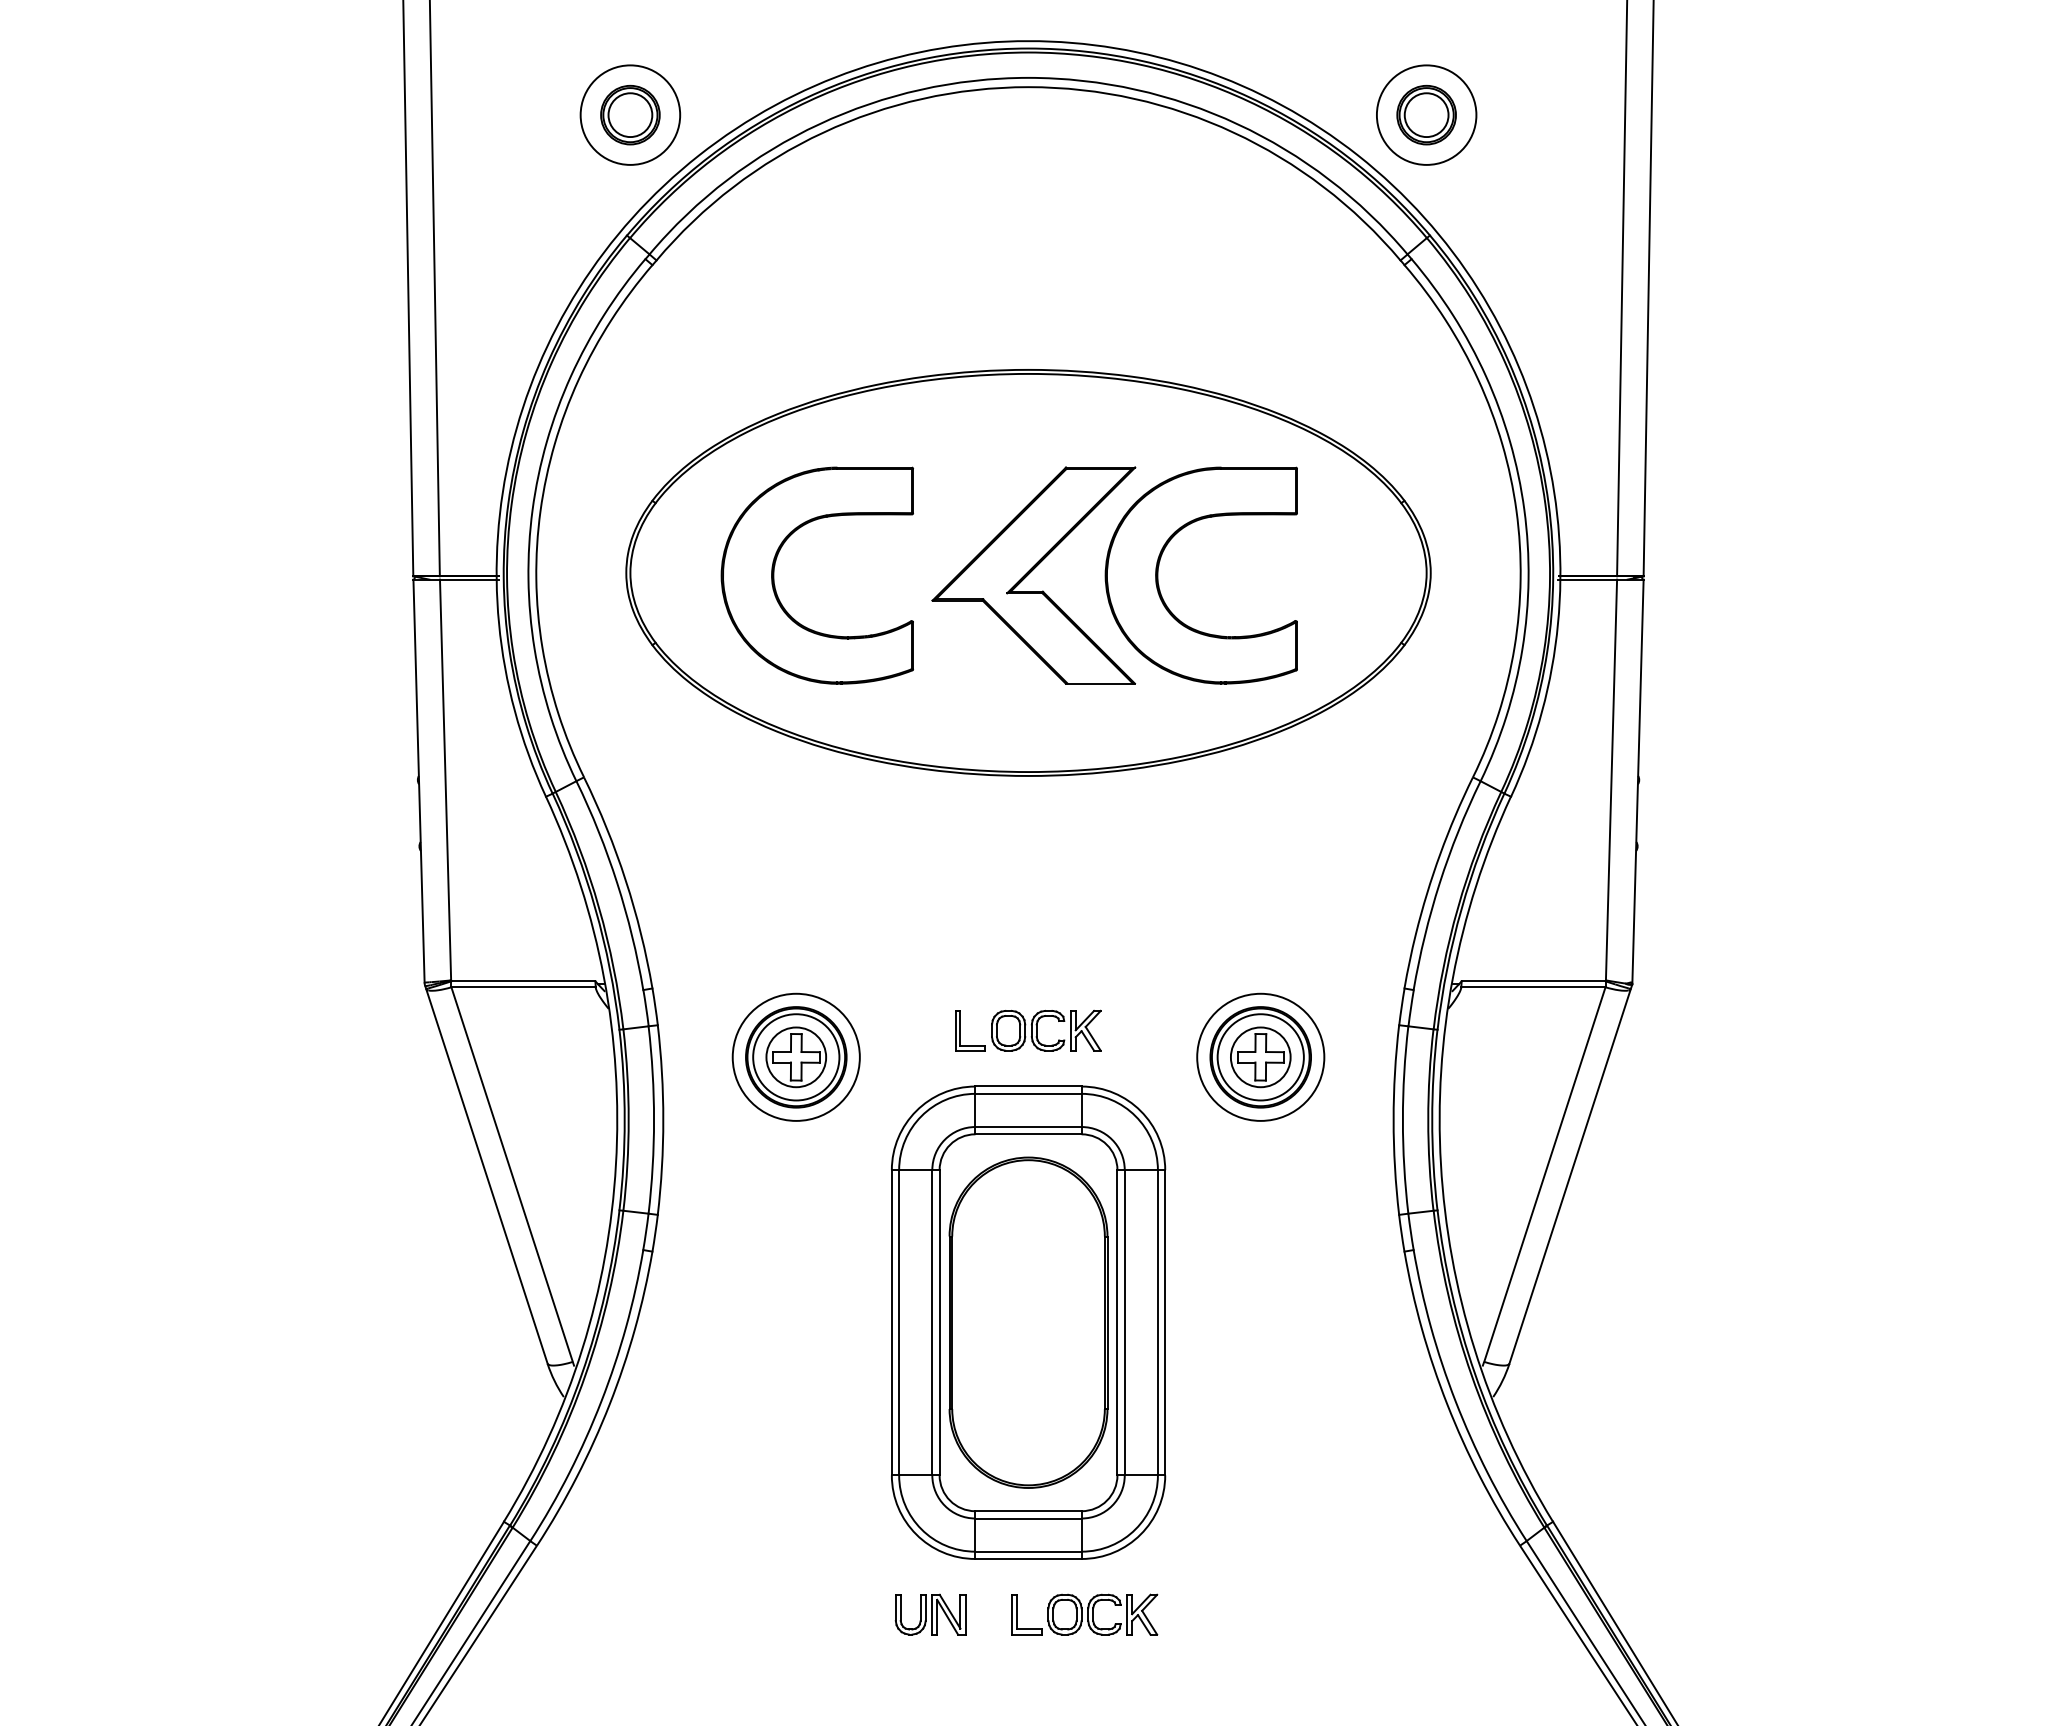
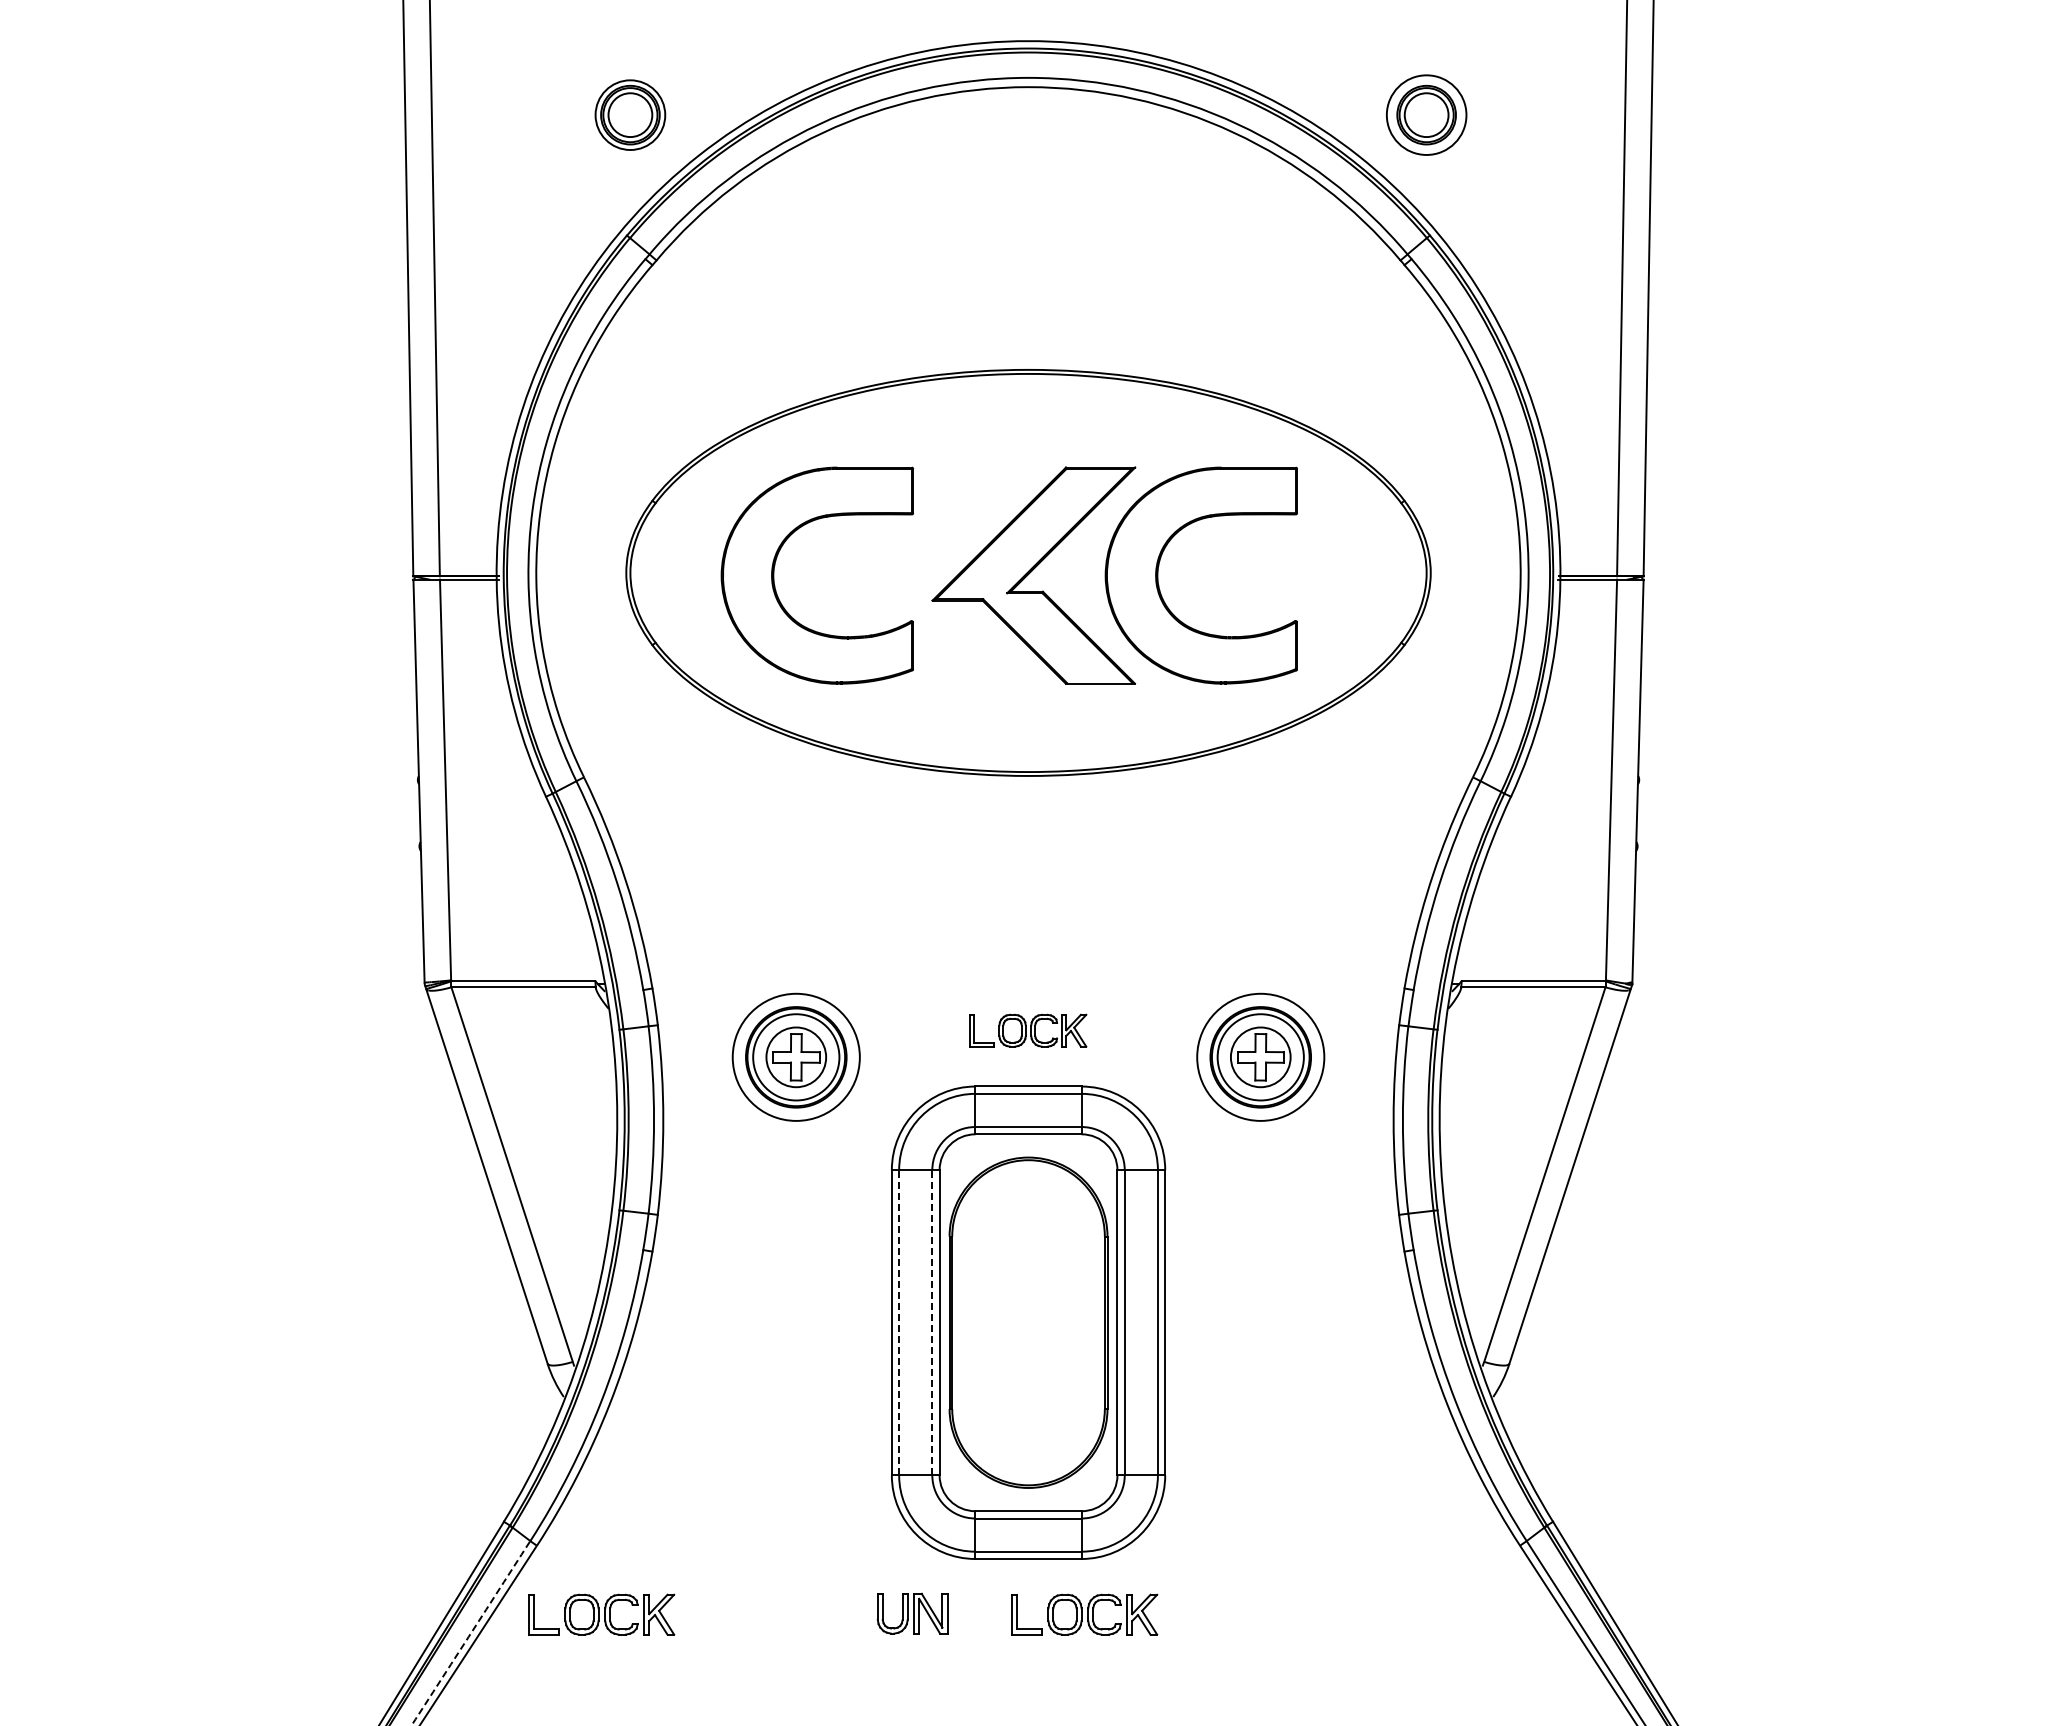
circle at (630, 114) diameter: 100 px -> 70 px
circle at (1426, 114) diameter: 100 px -> 80 px
part at (1028, 1030) size: 147x43 px -> 119x35 px
line at (899, 1322): solid -> dashed
line at (932, 1322): solid -> dashed
part at (601, 1614): none -> present
part at (930, 1614) position: (930, 1614) -> (912, 1613)
arc at (471, 1633): solid -> dashed
